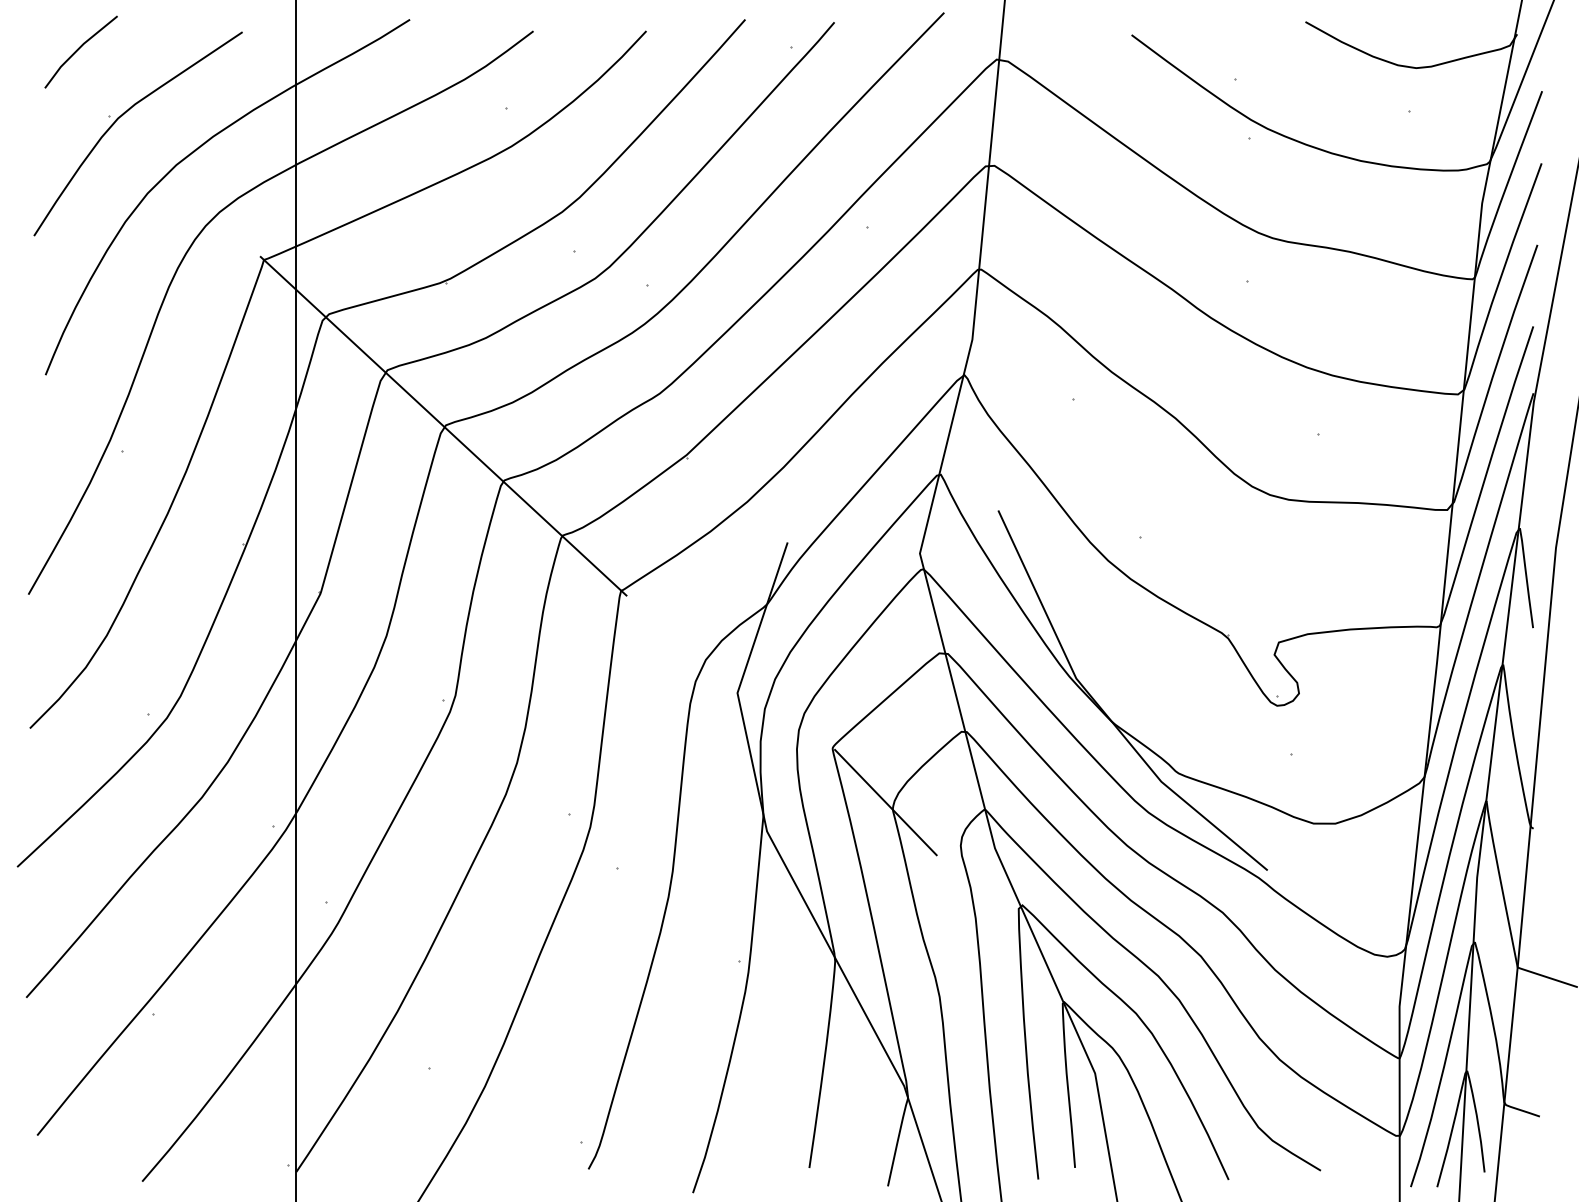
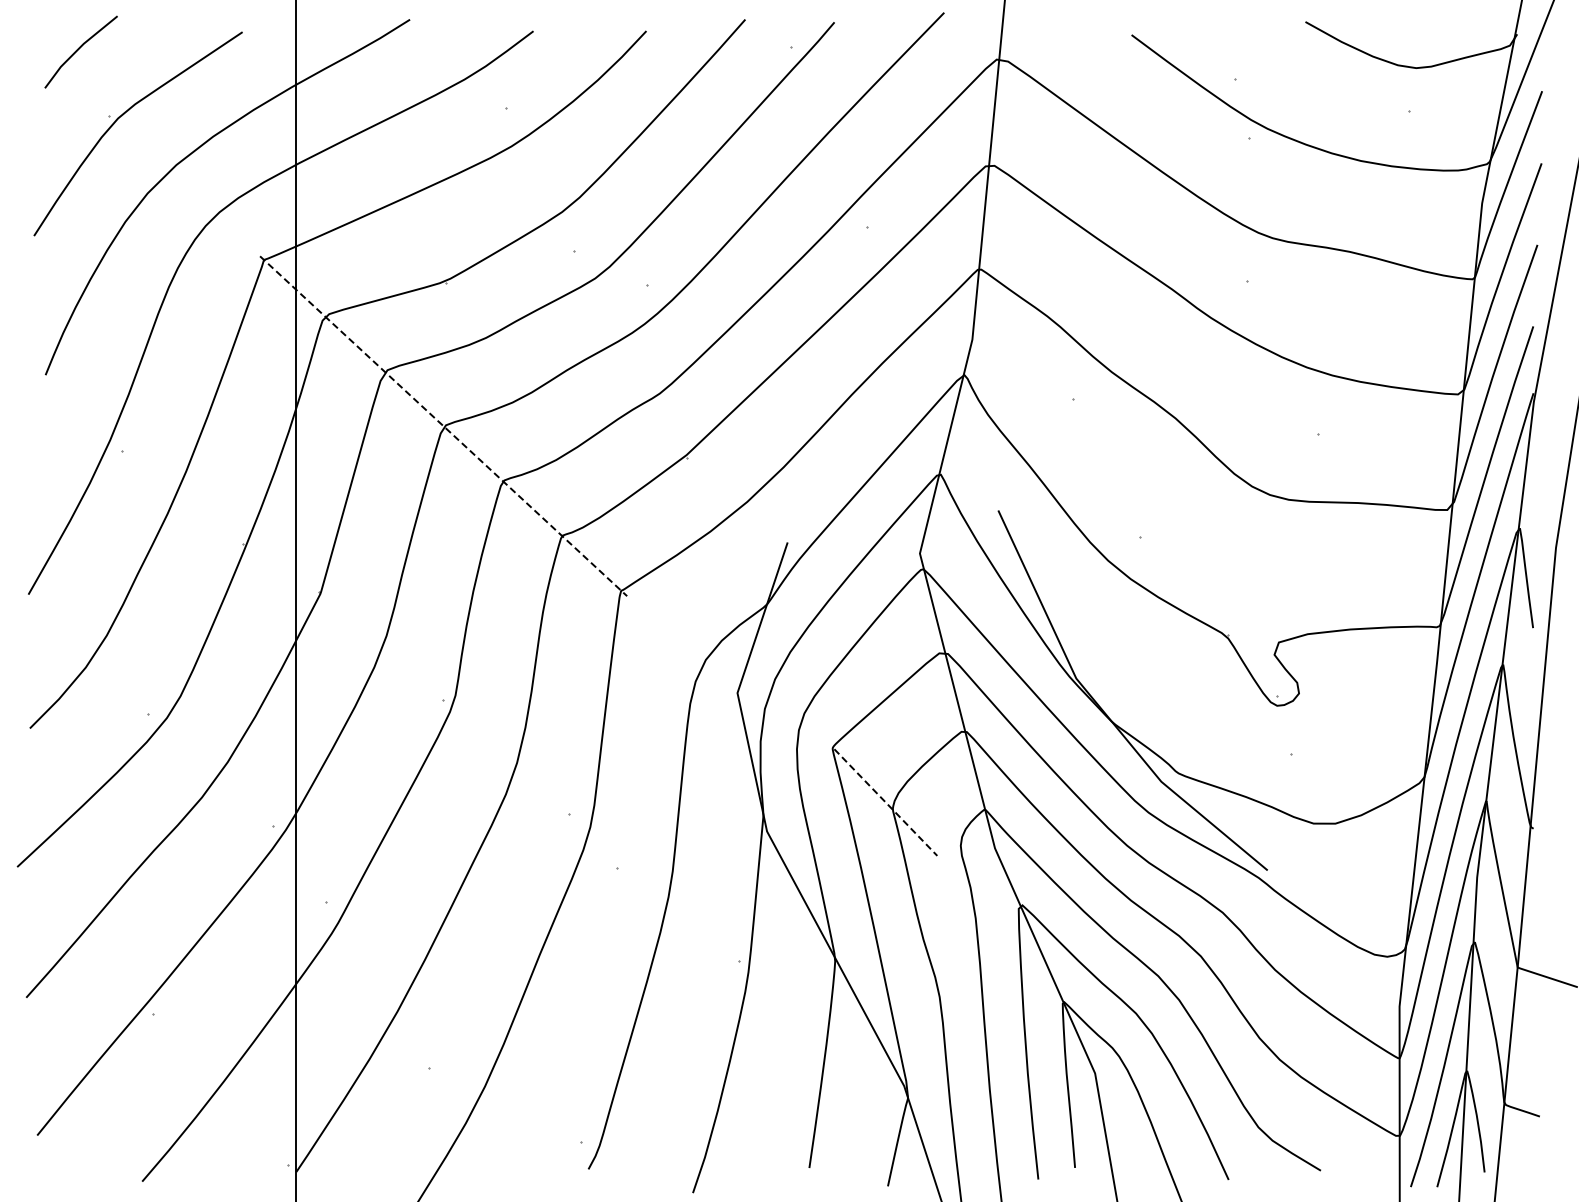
line at (443, 426): solid -> dashed
line at (886, 802): solid -> dashed
